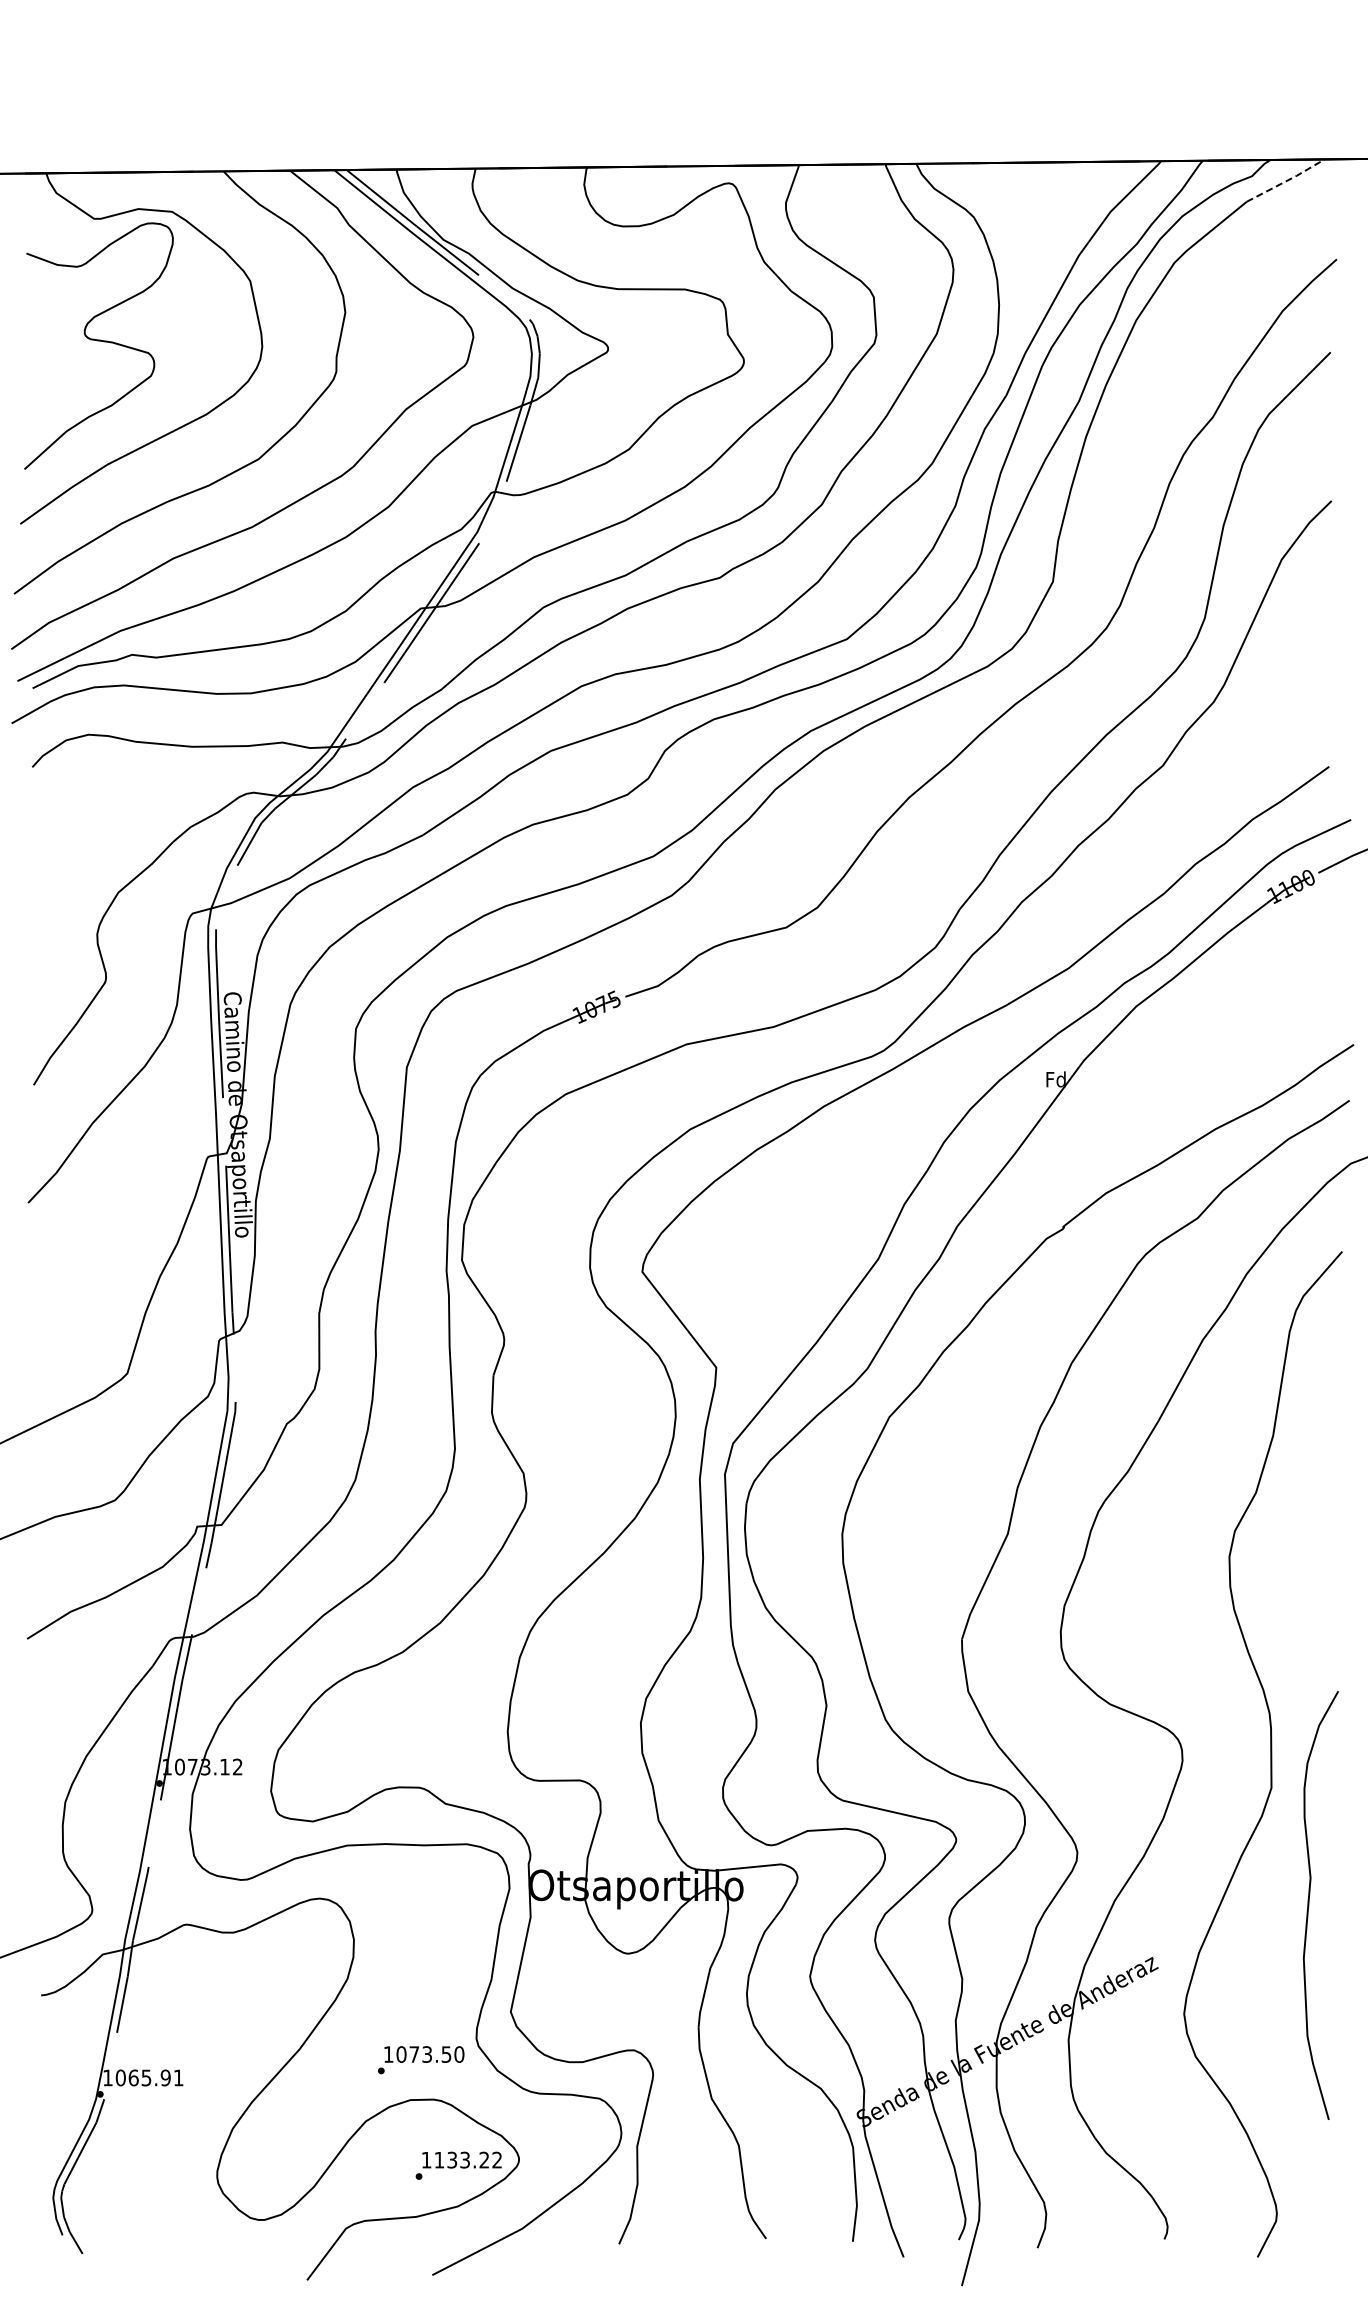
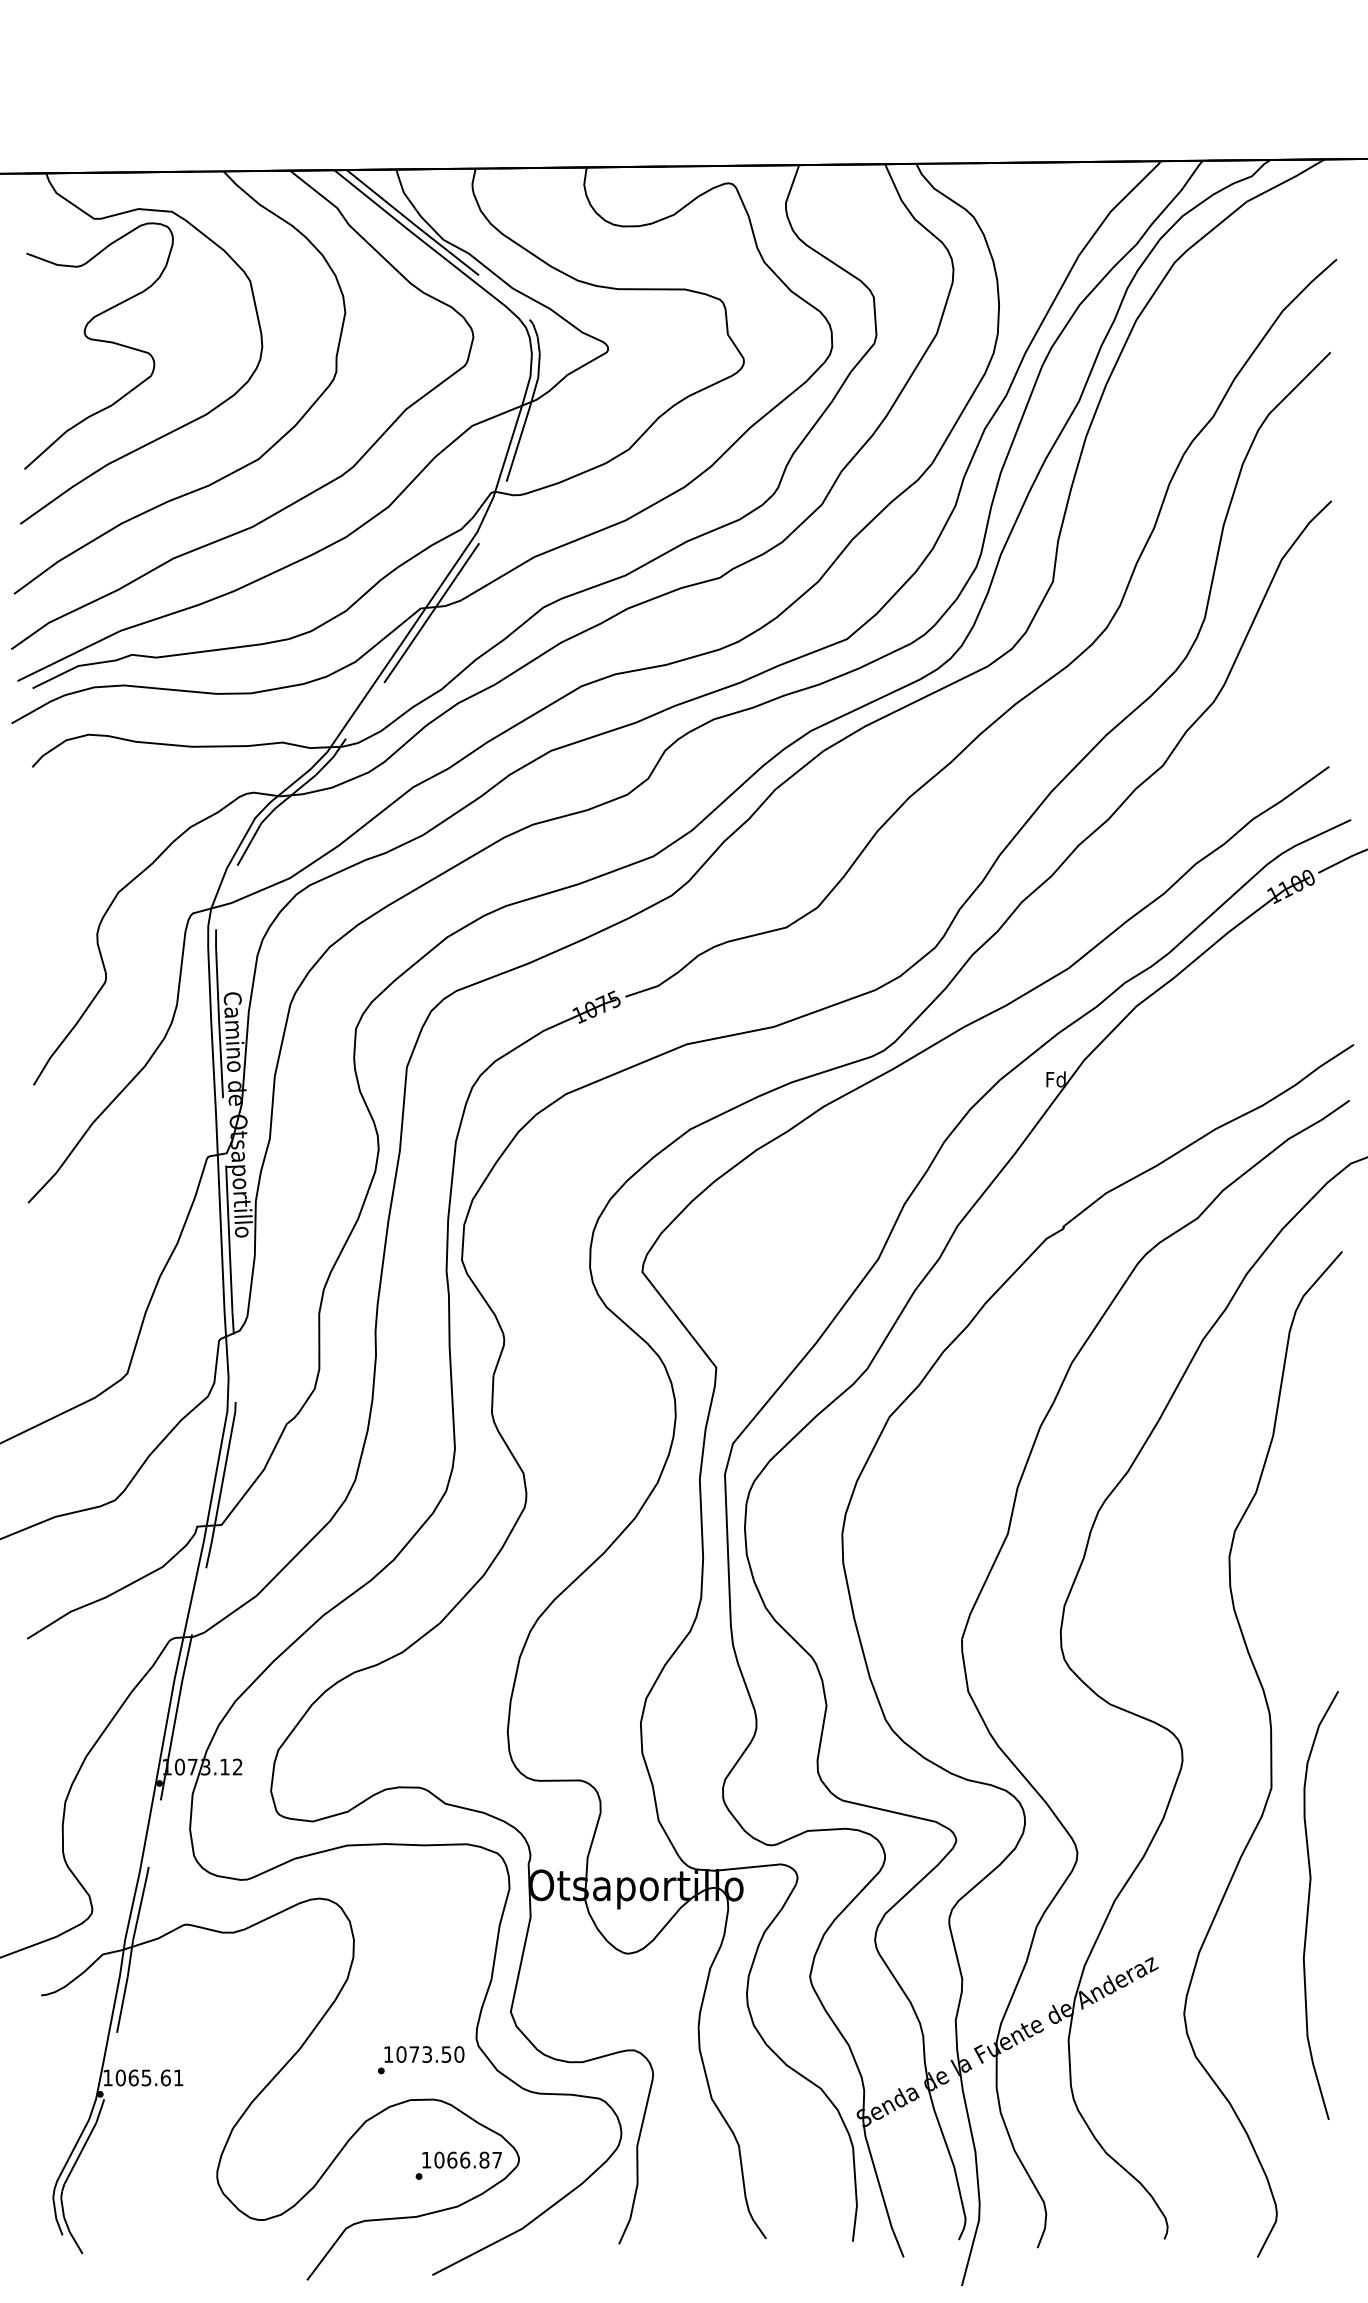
line at (1286, 180): dashed -> solid
text at (165, 2077): 1065.91 -> 1065.61
text at (467, 2159): 1133.22 -> 1066.87
